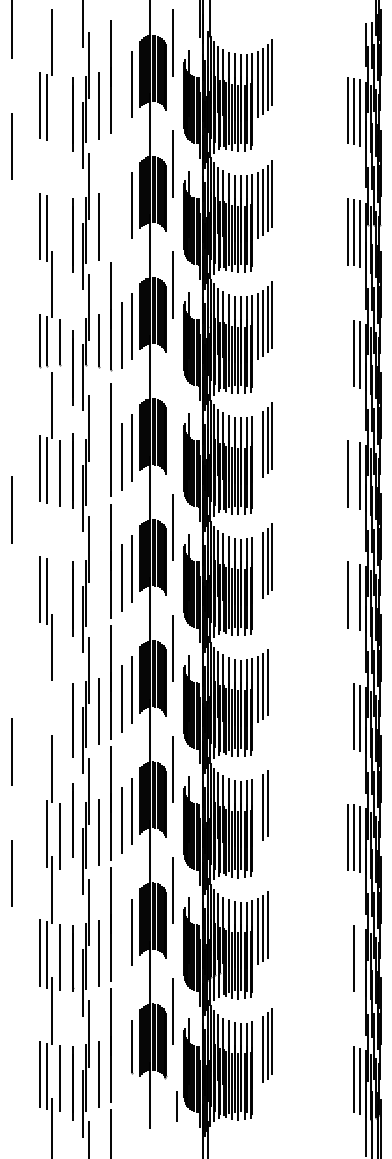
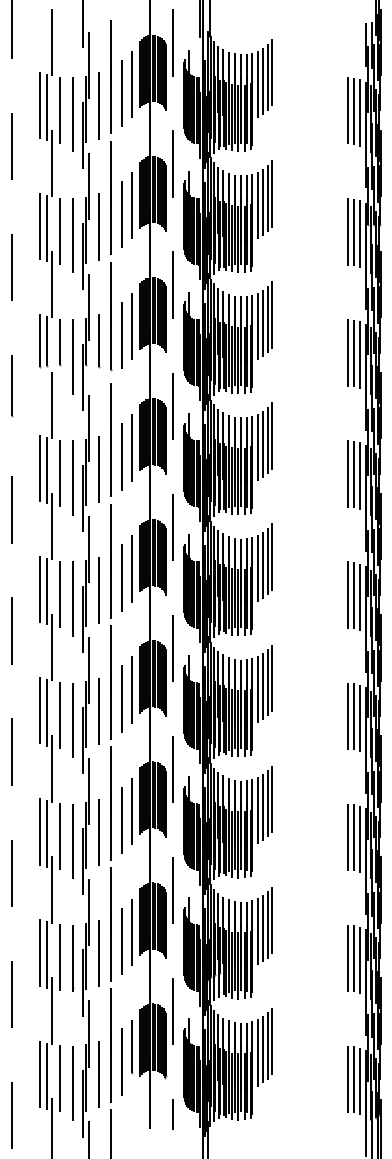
line at (121, 93): none -> present
line at (59, 109): none -> present
line at (51, 163): none -> present
line at (110, 197): none -> present
line at (121, 214): none -> present
line at (59, 230): none -> present
line at (11, 267): none -> present
line at (348, 352): none -> present
line at (72, 367) position: (72, 367) -> (72, 356)
line at (12, 386): none -> present
line at (172, 405): none -> present
line at (258, 447): none -> present
line at (98, 468): none -> present
line at (72, 470) position: (72, 470) -> (72, 477)
line at (354, 474): none -> present
line at (51, 526): none -> present
line at (258, 568): none -> present
line at (98, 589): none -> present
line at (59, 594): none -> present
line at (354, 595): none -> present
line at (11, 630): none -> present
line at (271, 677): none -> present
line at (40, 710): none -> present
line at (46, 712): none -> present
line at (59, 715): none -> present
line at (348, 715): none -> present
line at (271, 798): none -> present
line at (258, 810): none -> present
line at (72, 820) position: (72, 820) -> (72, 841)
line at (40, 831): none -> present
line at (271, 919): none -> present
line at (121, 940): none -> present
line at (348, 957): none -> present
line at (360, 960): none -> present
line at (11, 994): none -> present
line at (258, 1052): none -> present
line at (121, 1061): none -> present
line at (348, 1079): none -> present
line at (176, 1106) position: (176, 1106) -> (172, 1114)
line at (11, 1115): none -> present
